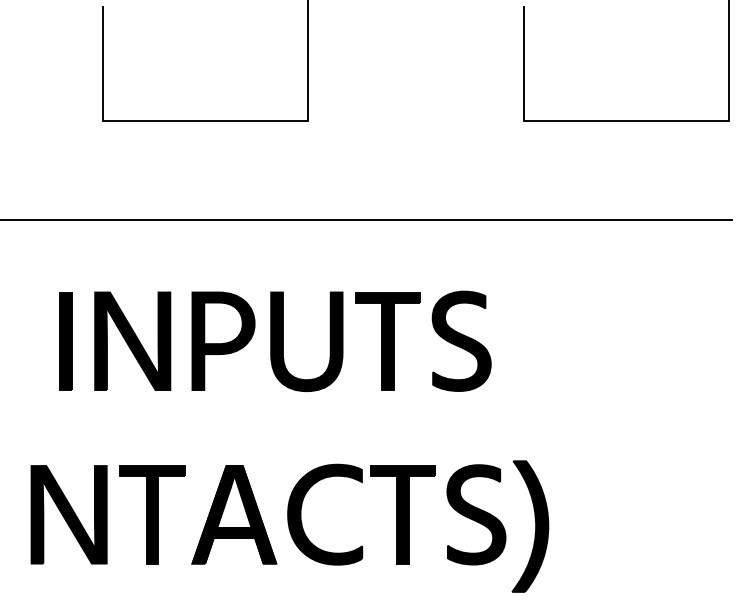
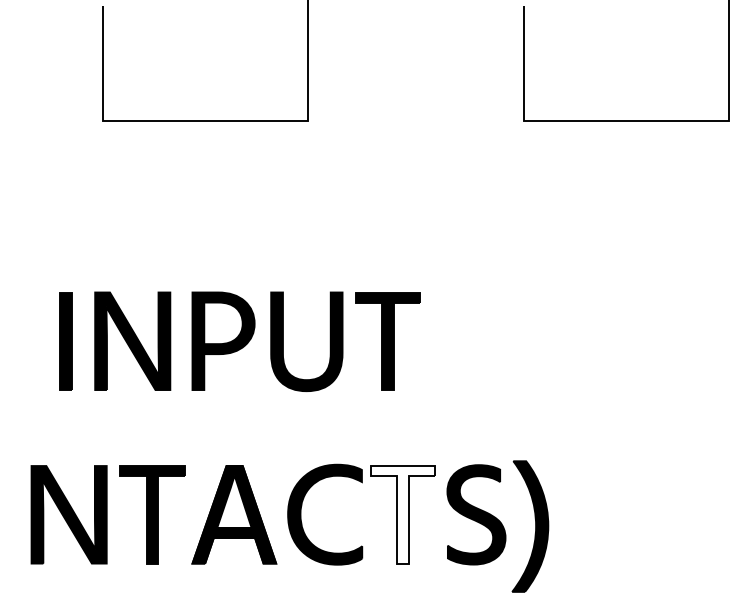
line at (367, 219): present -> none
part at (461, 340): present -> none
fill at (402, 514): present -> none
